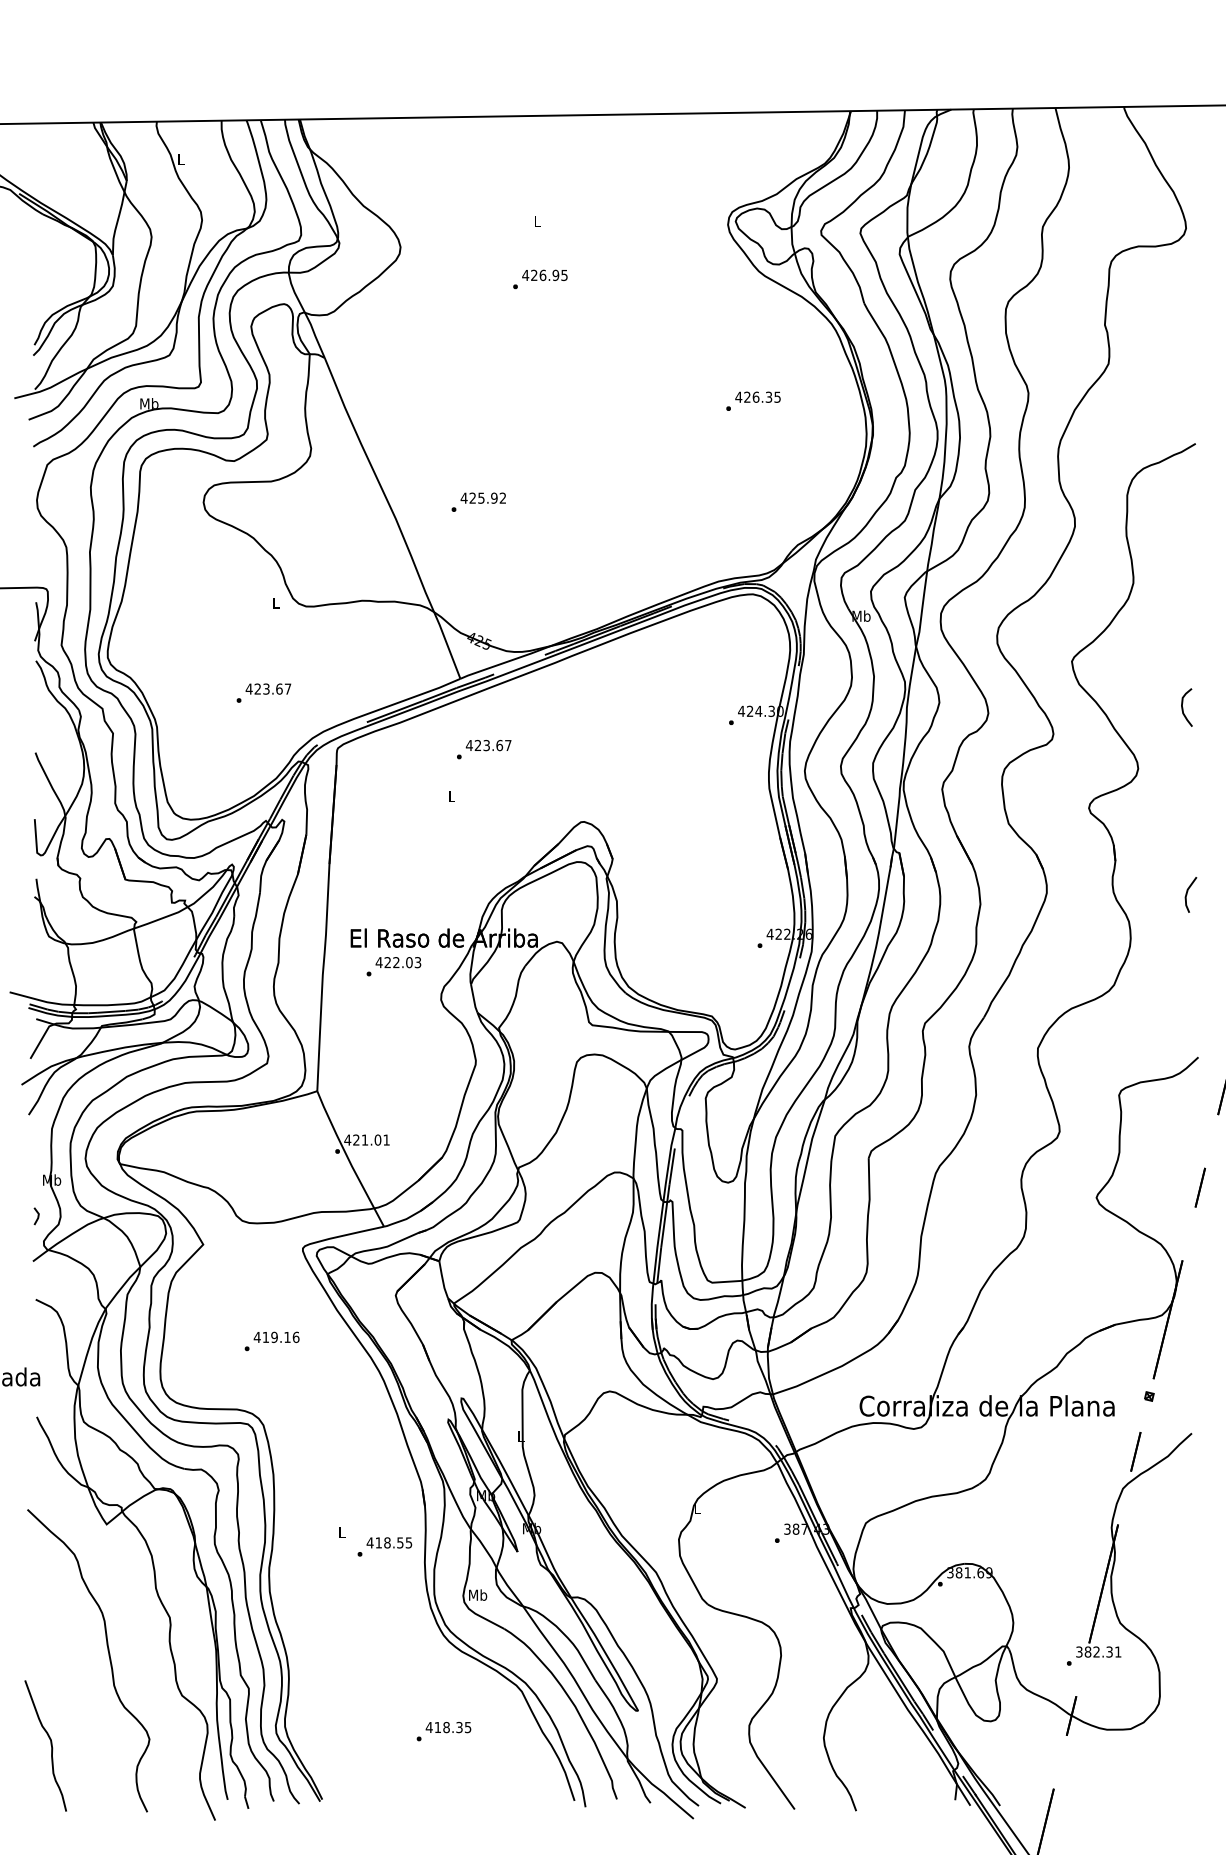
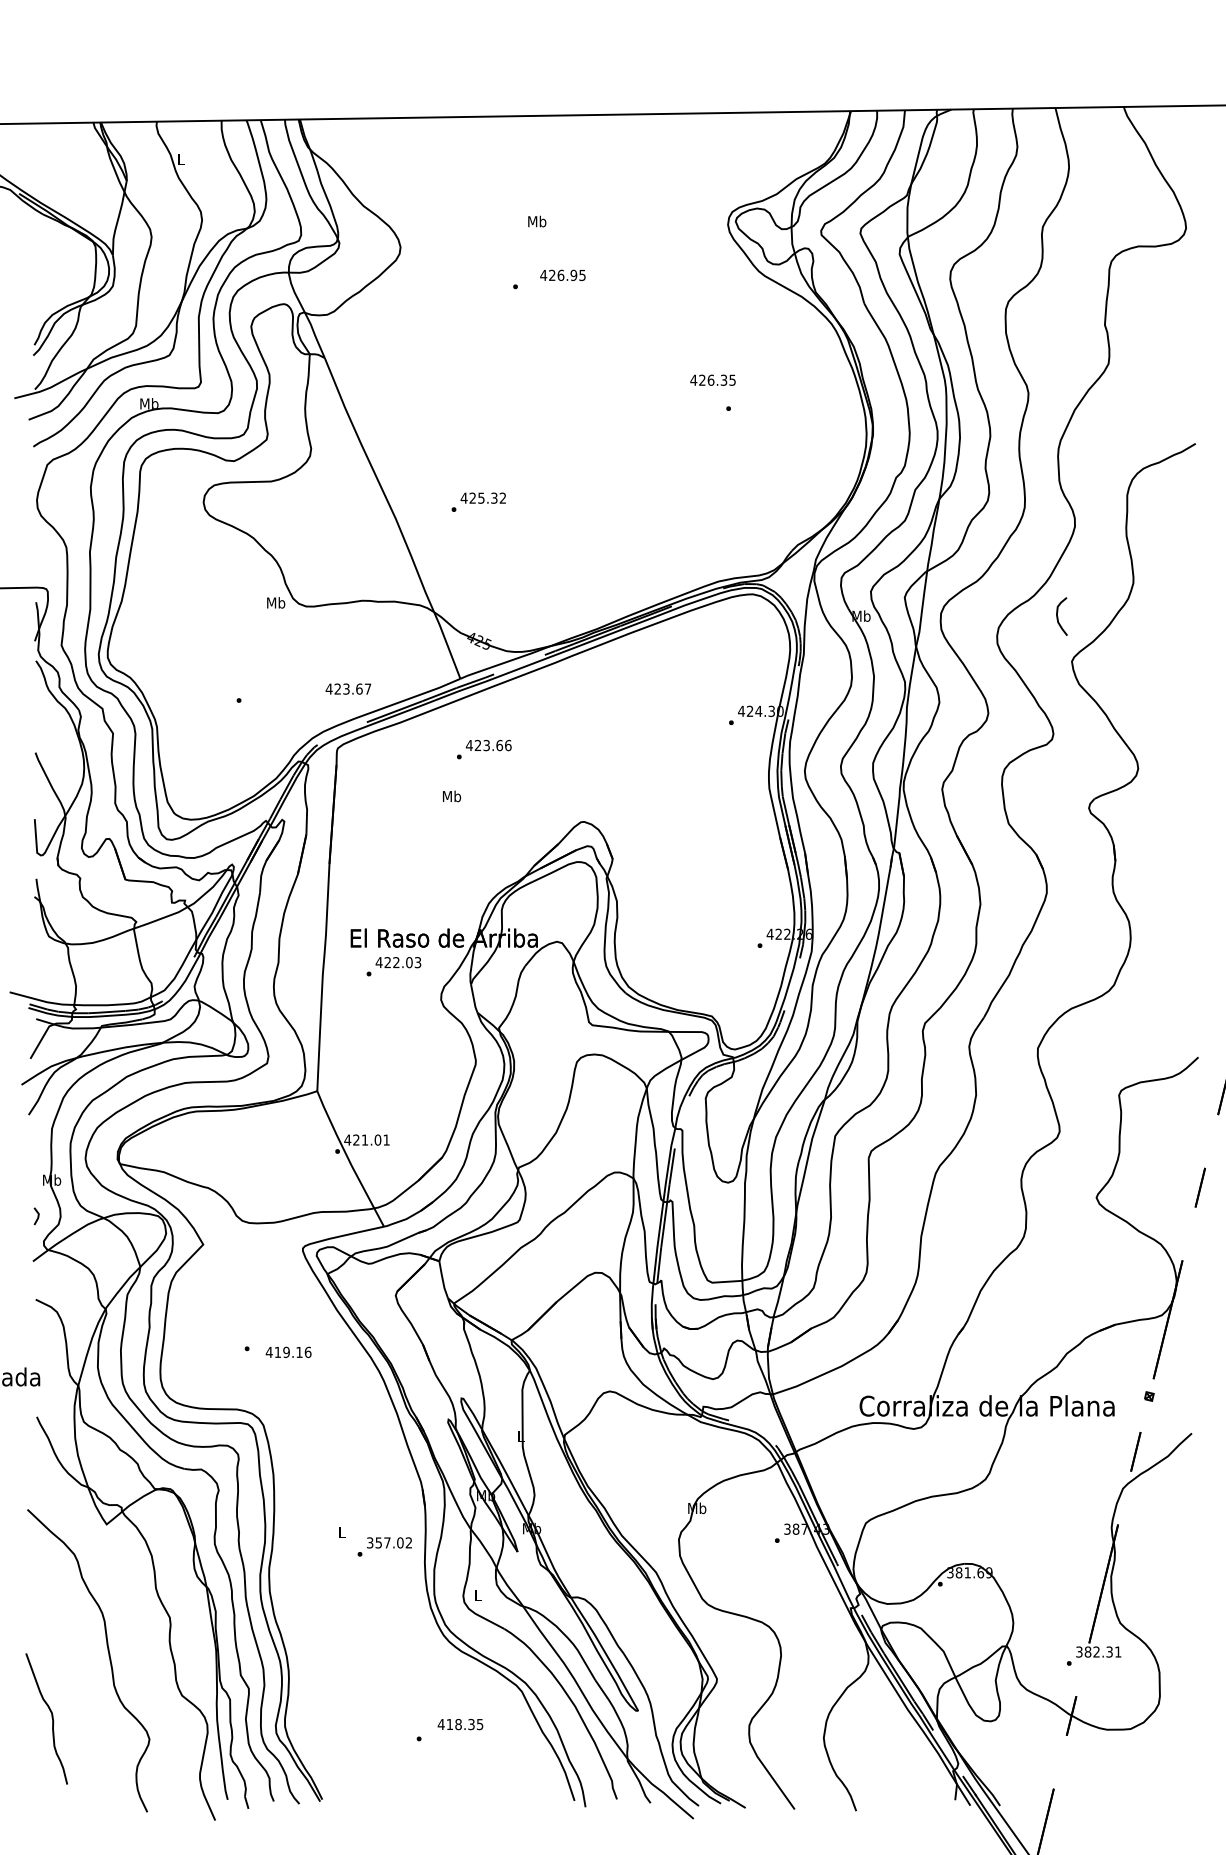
text at (537, 221): L -> Mb
text at (544, 274) position: (544, 274) -> (562, 274)
text at (757, 396) position: (757, 396) -> (712, 379)
text at (494, 497): 425.92 -> 425.32
text at (276, 602): L -> Mb
text at (268, 688) position: (268, 688) -> (348, 688)
curve at (1183, 707) position: (1183, 707) -> (1058, 616)
text at (508, 745): 423.67 -> 423.66
text at (452, 796): L -> Mb
line at (1187, 894): present -> none
text at (276, 1336) position: (276, 1336) -> (288, 1351)
text at (697, 1508): L -> Mb
text at (389, 1542): 418.55 -> 357.02
text at (478, 1594): Mb -> L
text at (448, 1727) position: (448, 1727) -> (460, 1724)
curve at (50, 1745) position: (50, 1745) -> (51, 1718)
